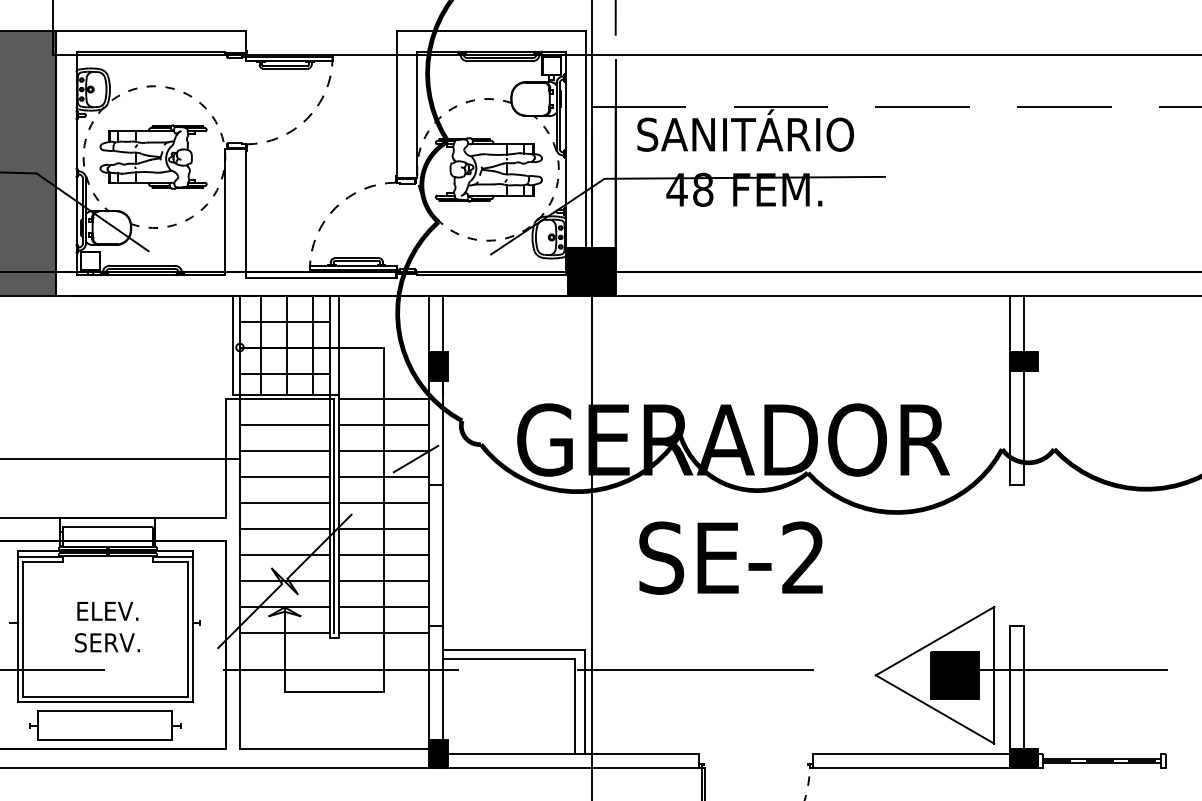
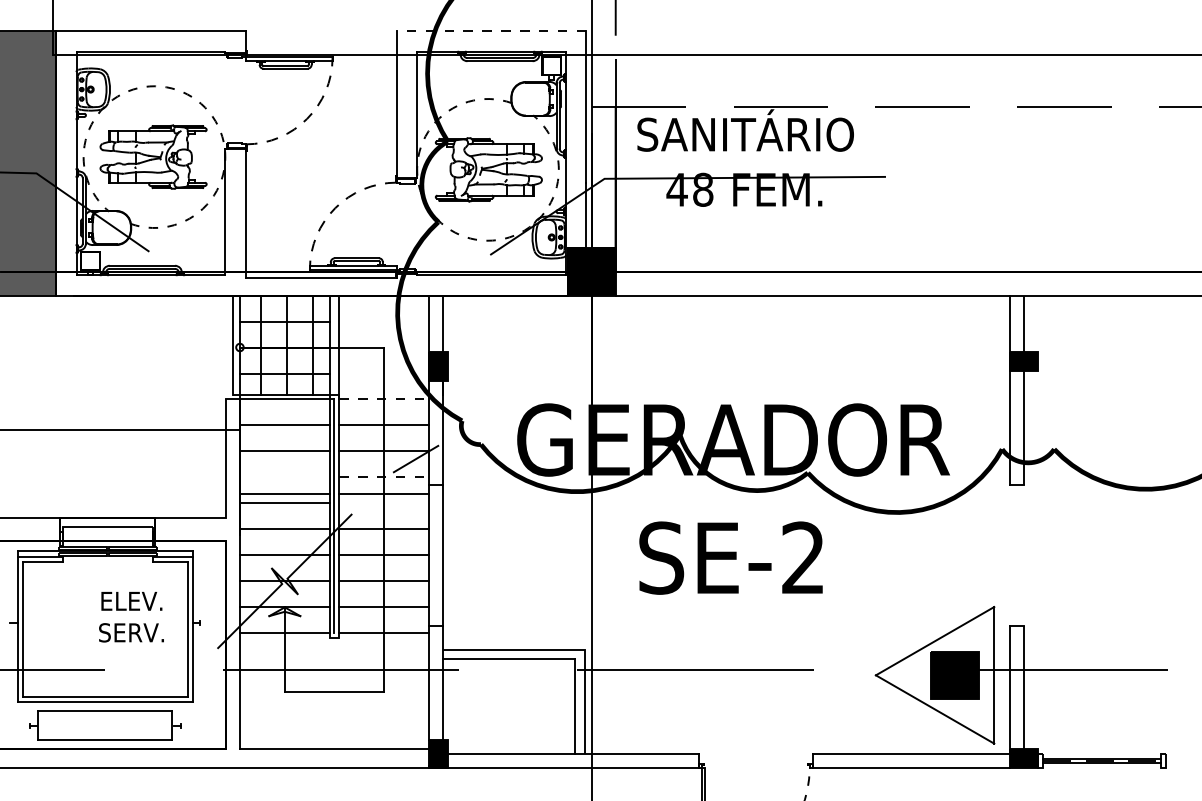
line at (491, 31): solid -> dashed
line at (384, 399): solid -> dashed
line at (120, 458) position: (120, 458) -> (120, 429)
line at (284, 477) position: (284, 477) -> (284, 494)
line at (384, 477): solid -> dashed
line at (383, 503) position: (383, 503) -> (383, 494)
text at (107, 627) position: (107, 627) -> (131, 617)
